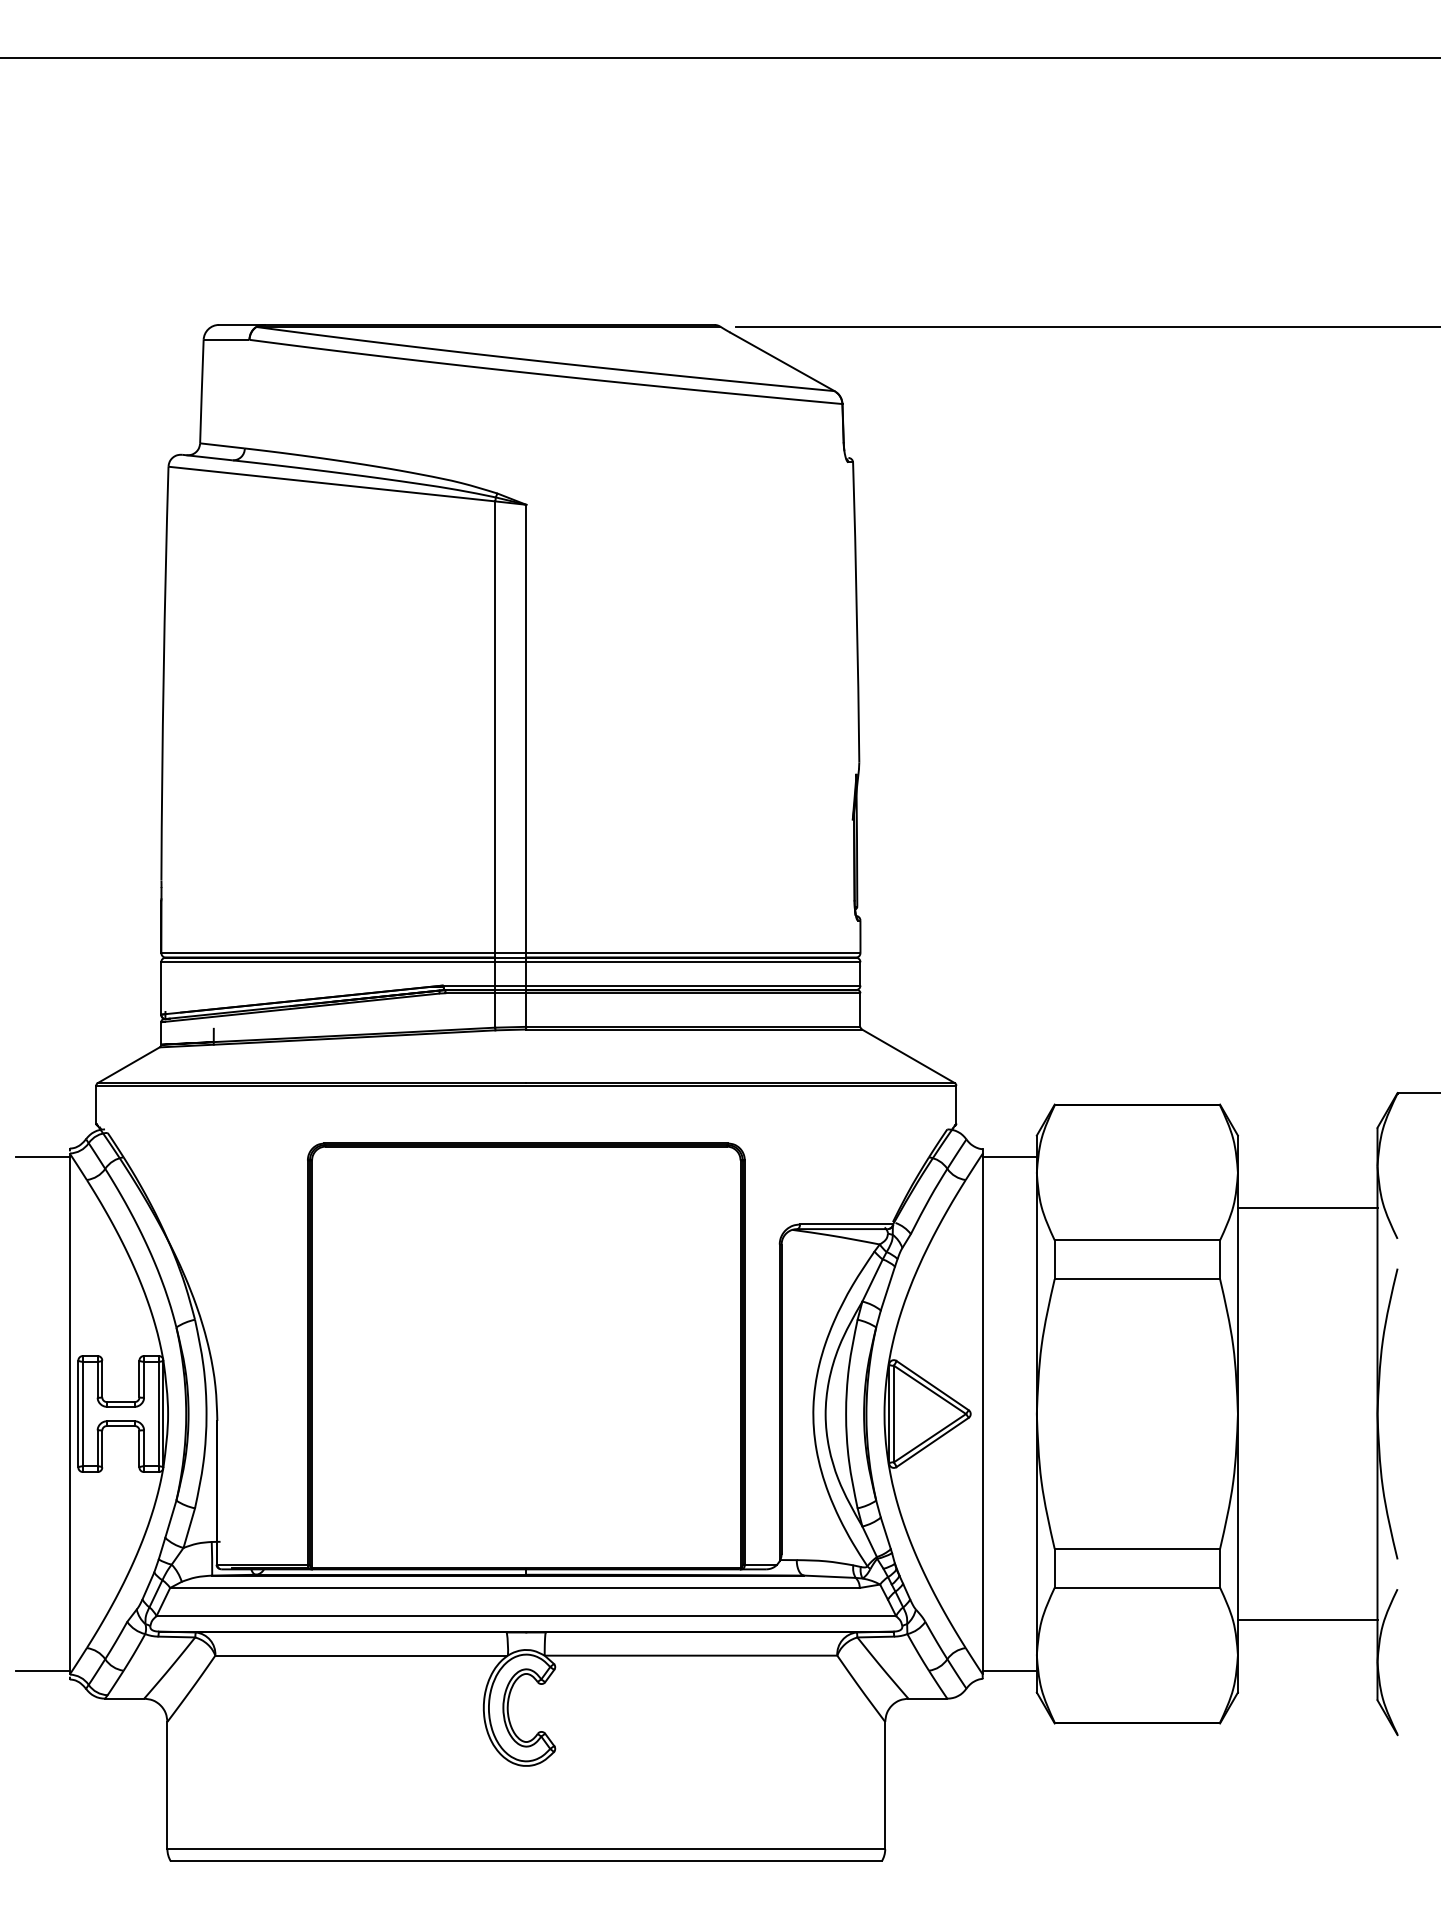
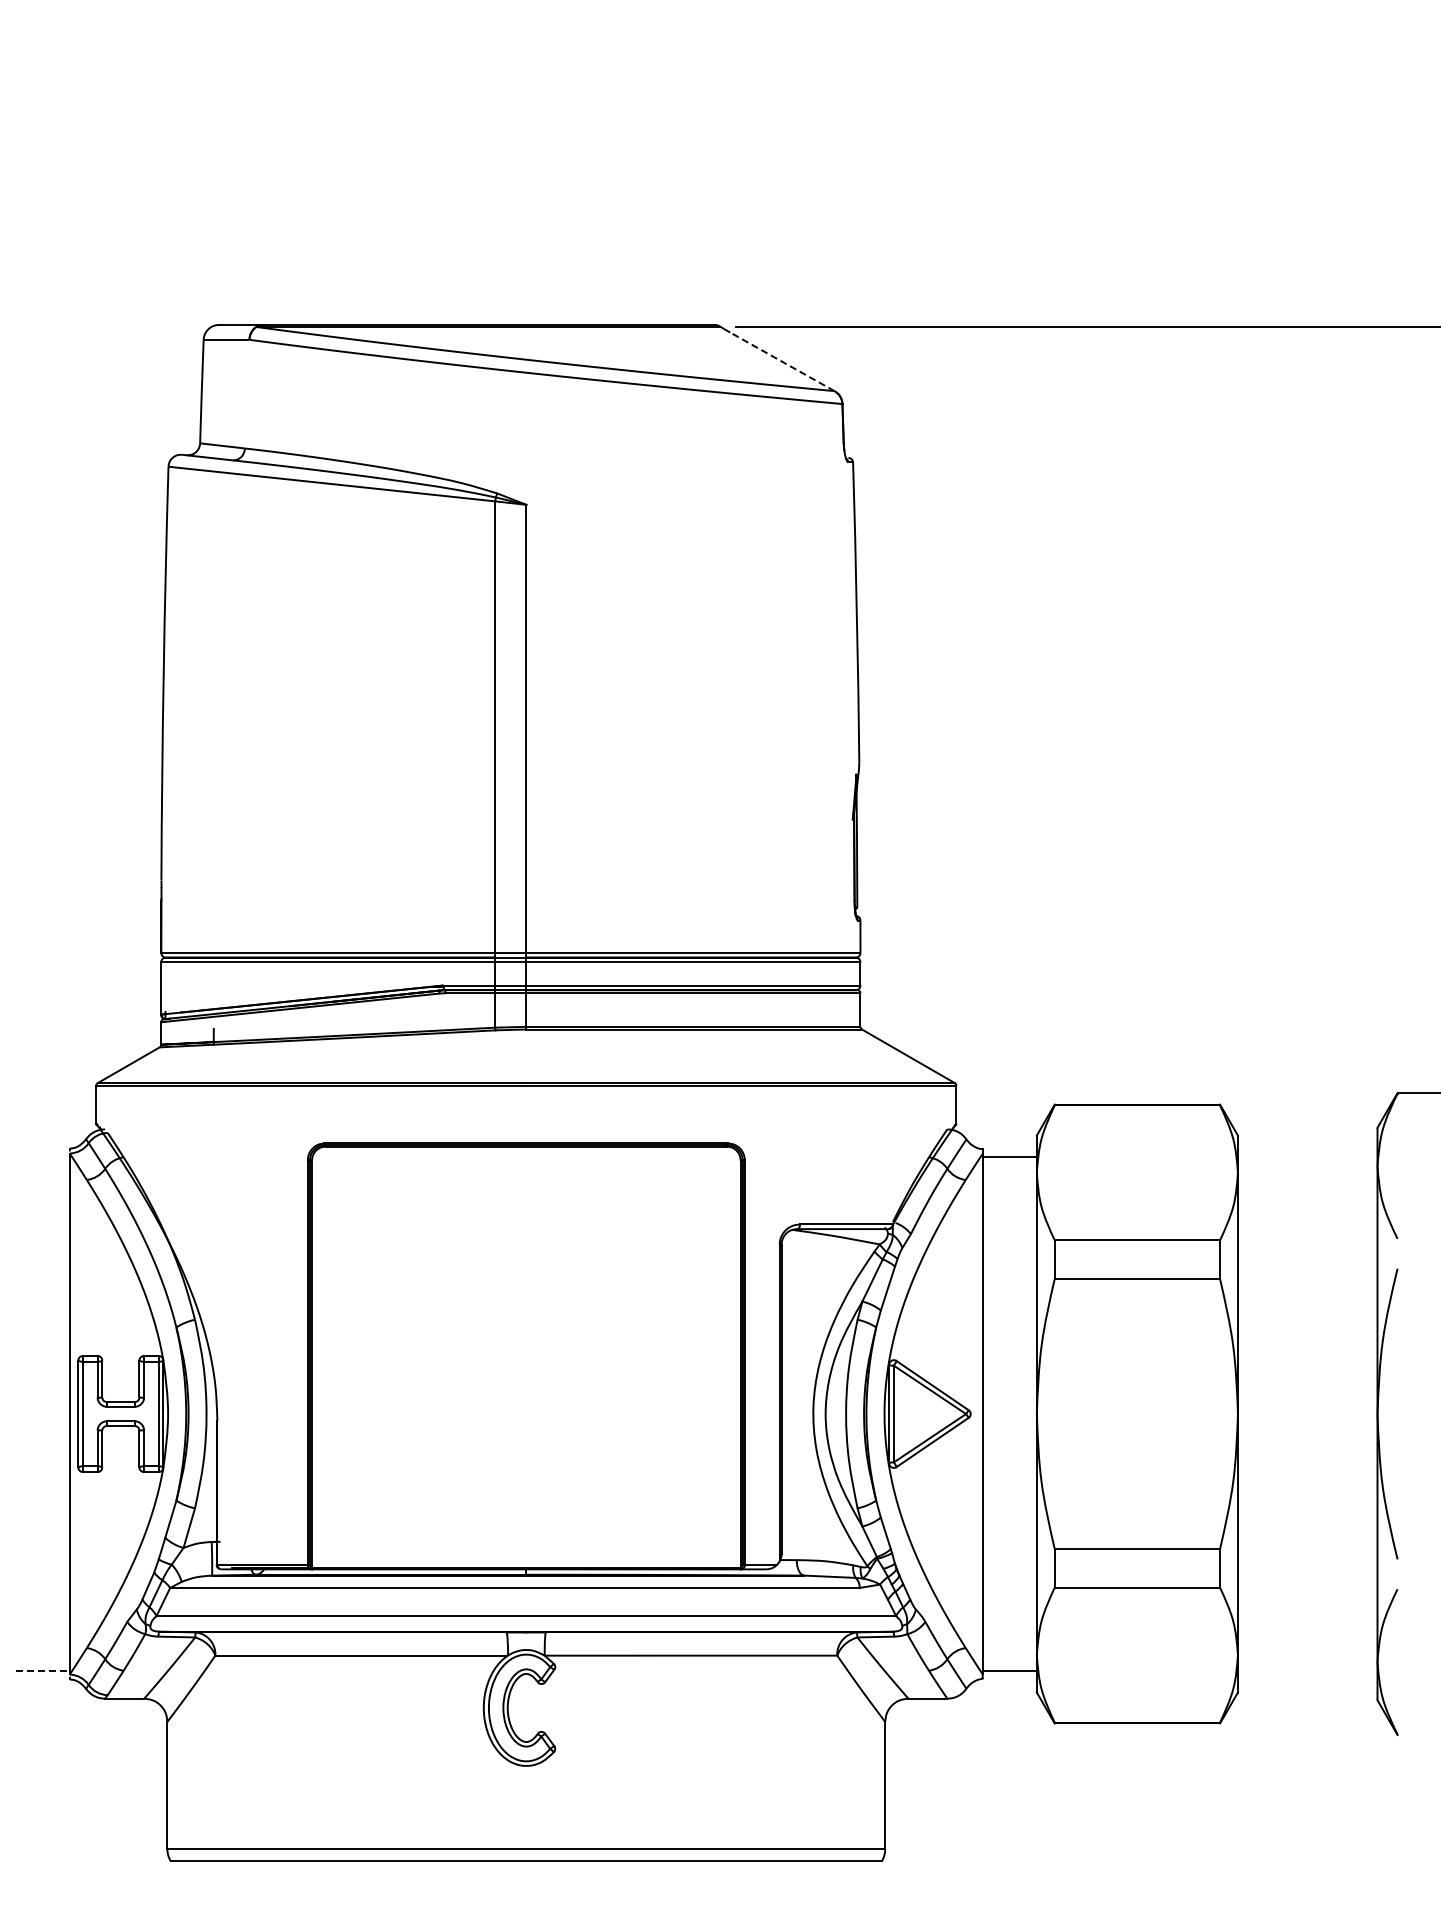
line at (719, 57): present -> none
line at (782, 361): solid -> dashed
line at (42, 1156): present -> none
line at (1307, 1208): present -> none
line at (1307, 1619): present -> none
line at (43, 1671): solid -> dashed
